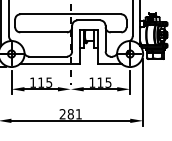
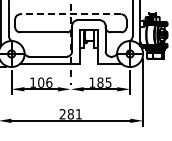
line at (70, 14): solid -> dashed
text at (45, 82): 115 -> 106
text at (100, 82): 115 -> 185
